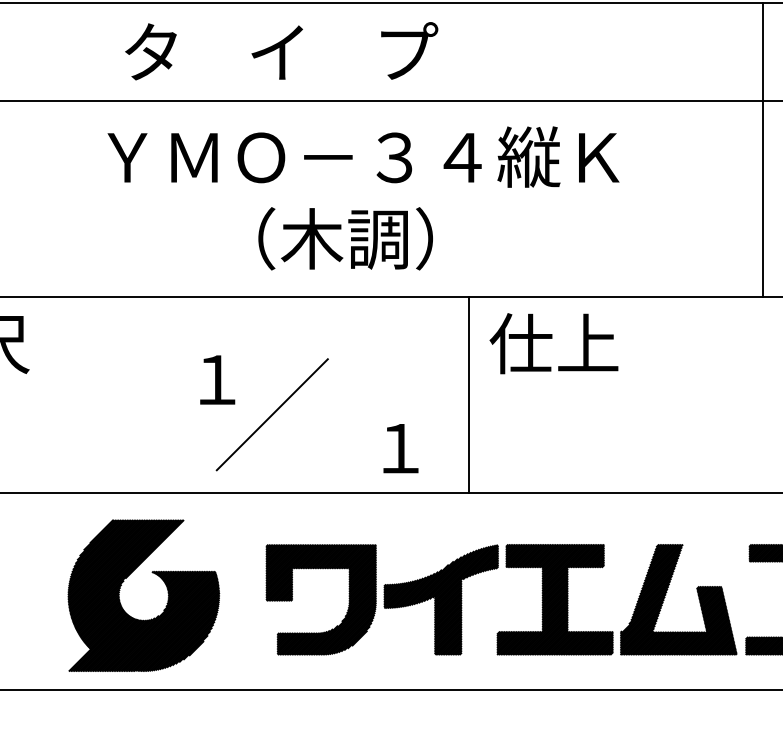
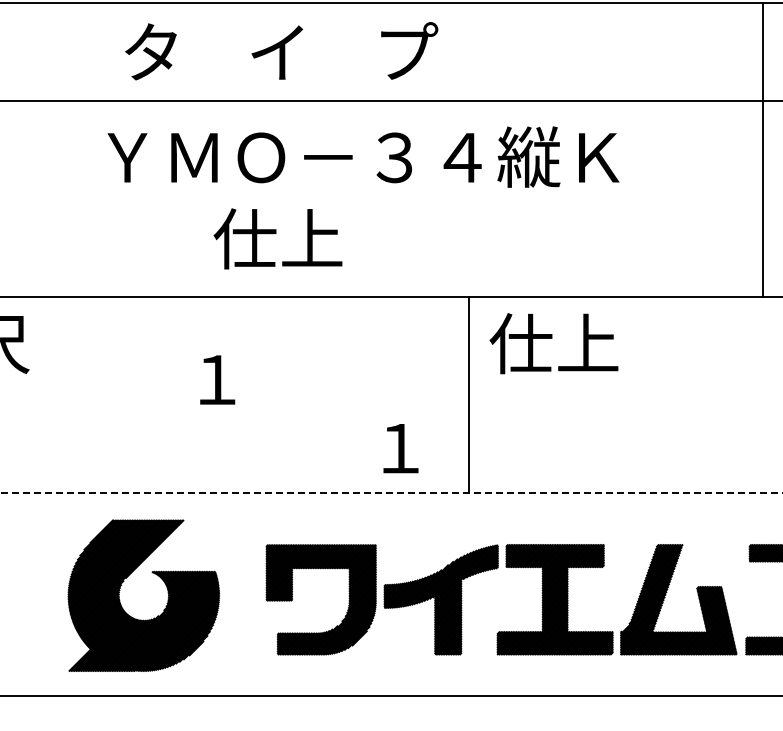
text at (322, 238): （木調） -> 仕上
line at (271, 414): present -> none
line at (391, 493): solid -> dashed
line at (390, 689) position: (390, 689) -> (390, 695)
